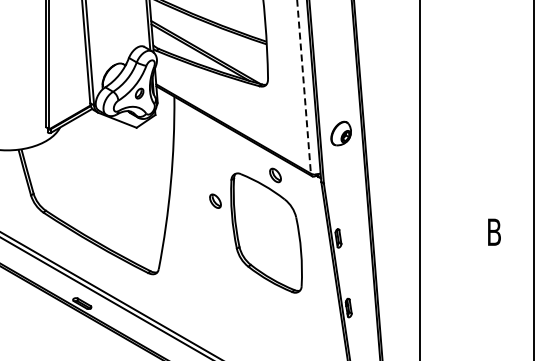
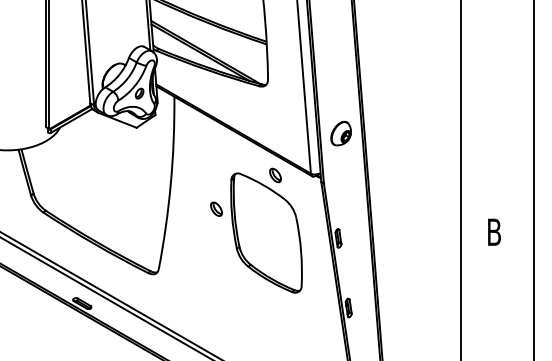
line at (304, 87): dashed -> solid
line at (420, 179) position: (420, 179) -> (461, 179)
part at (215, 200) position: (215, 200) -> (216, 208)
